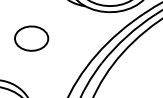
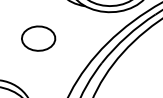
part at (31, 38) position: (31, 38) -> (38, 38)
